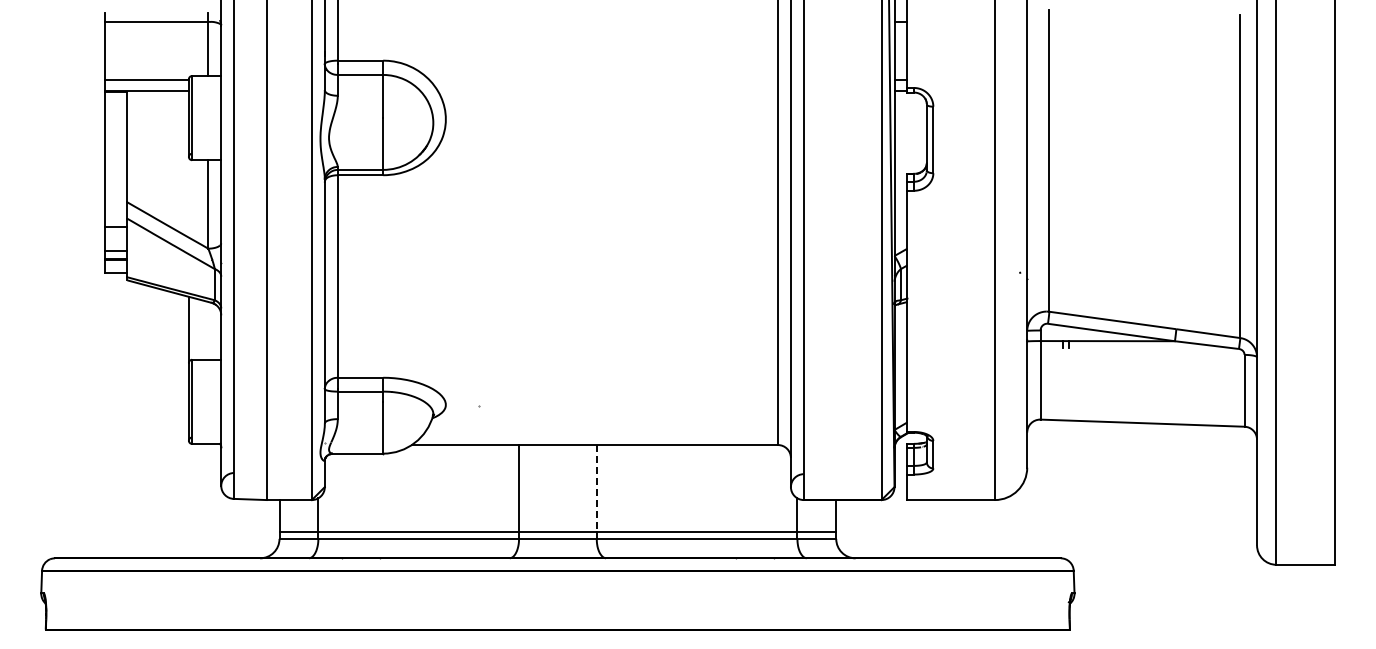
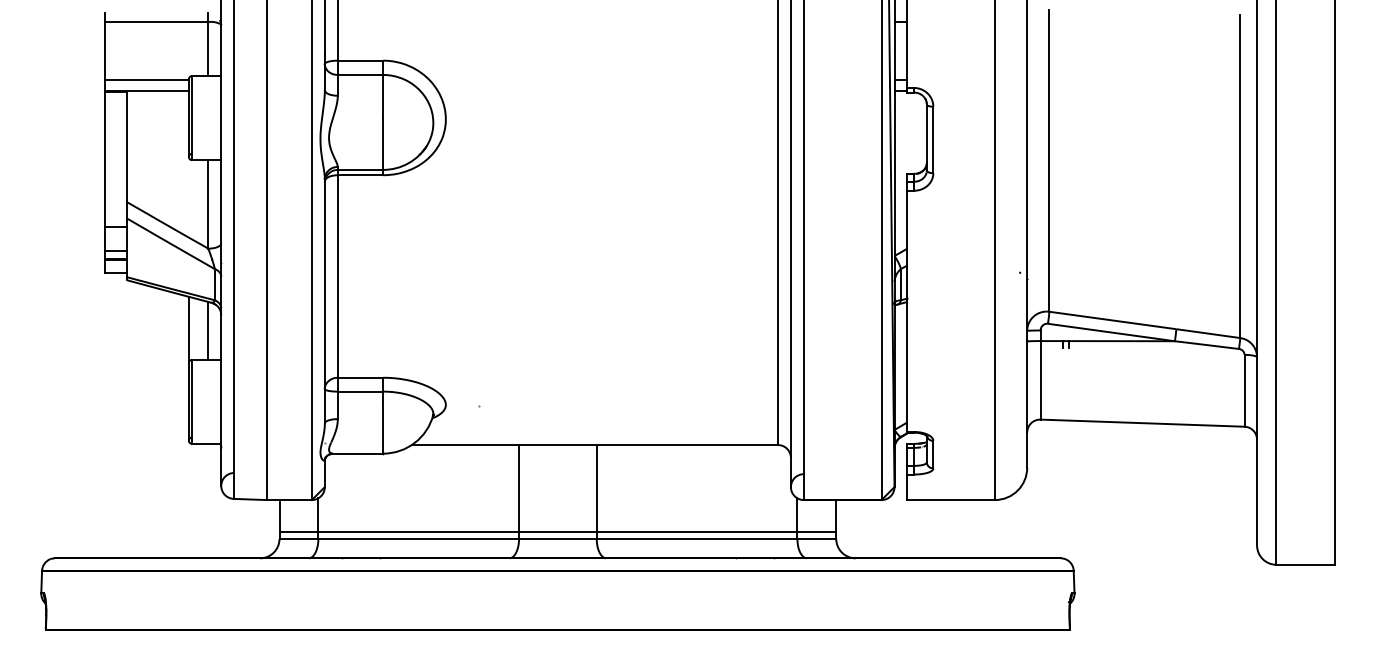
line at (208, 330): none -> present
line at (596, 488): dashed -> solid
